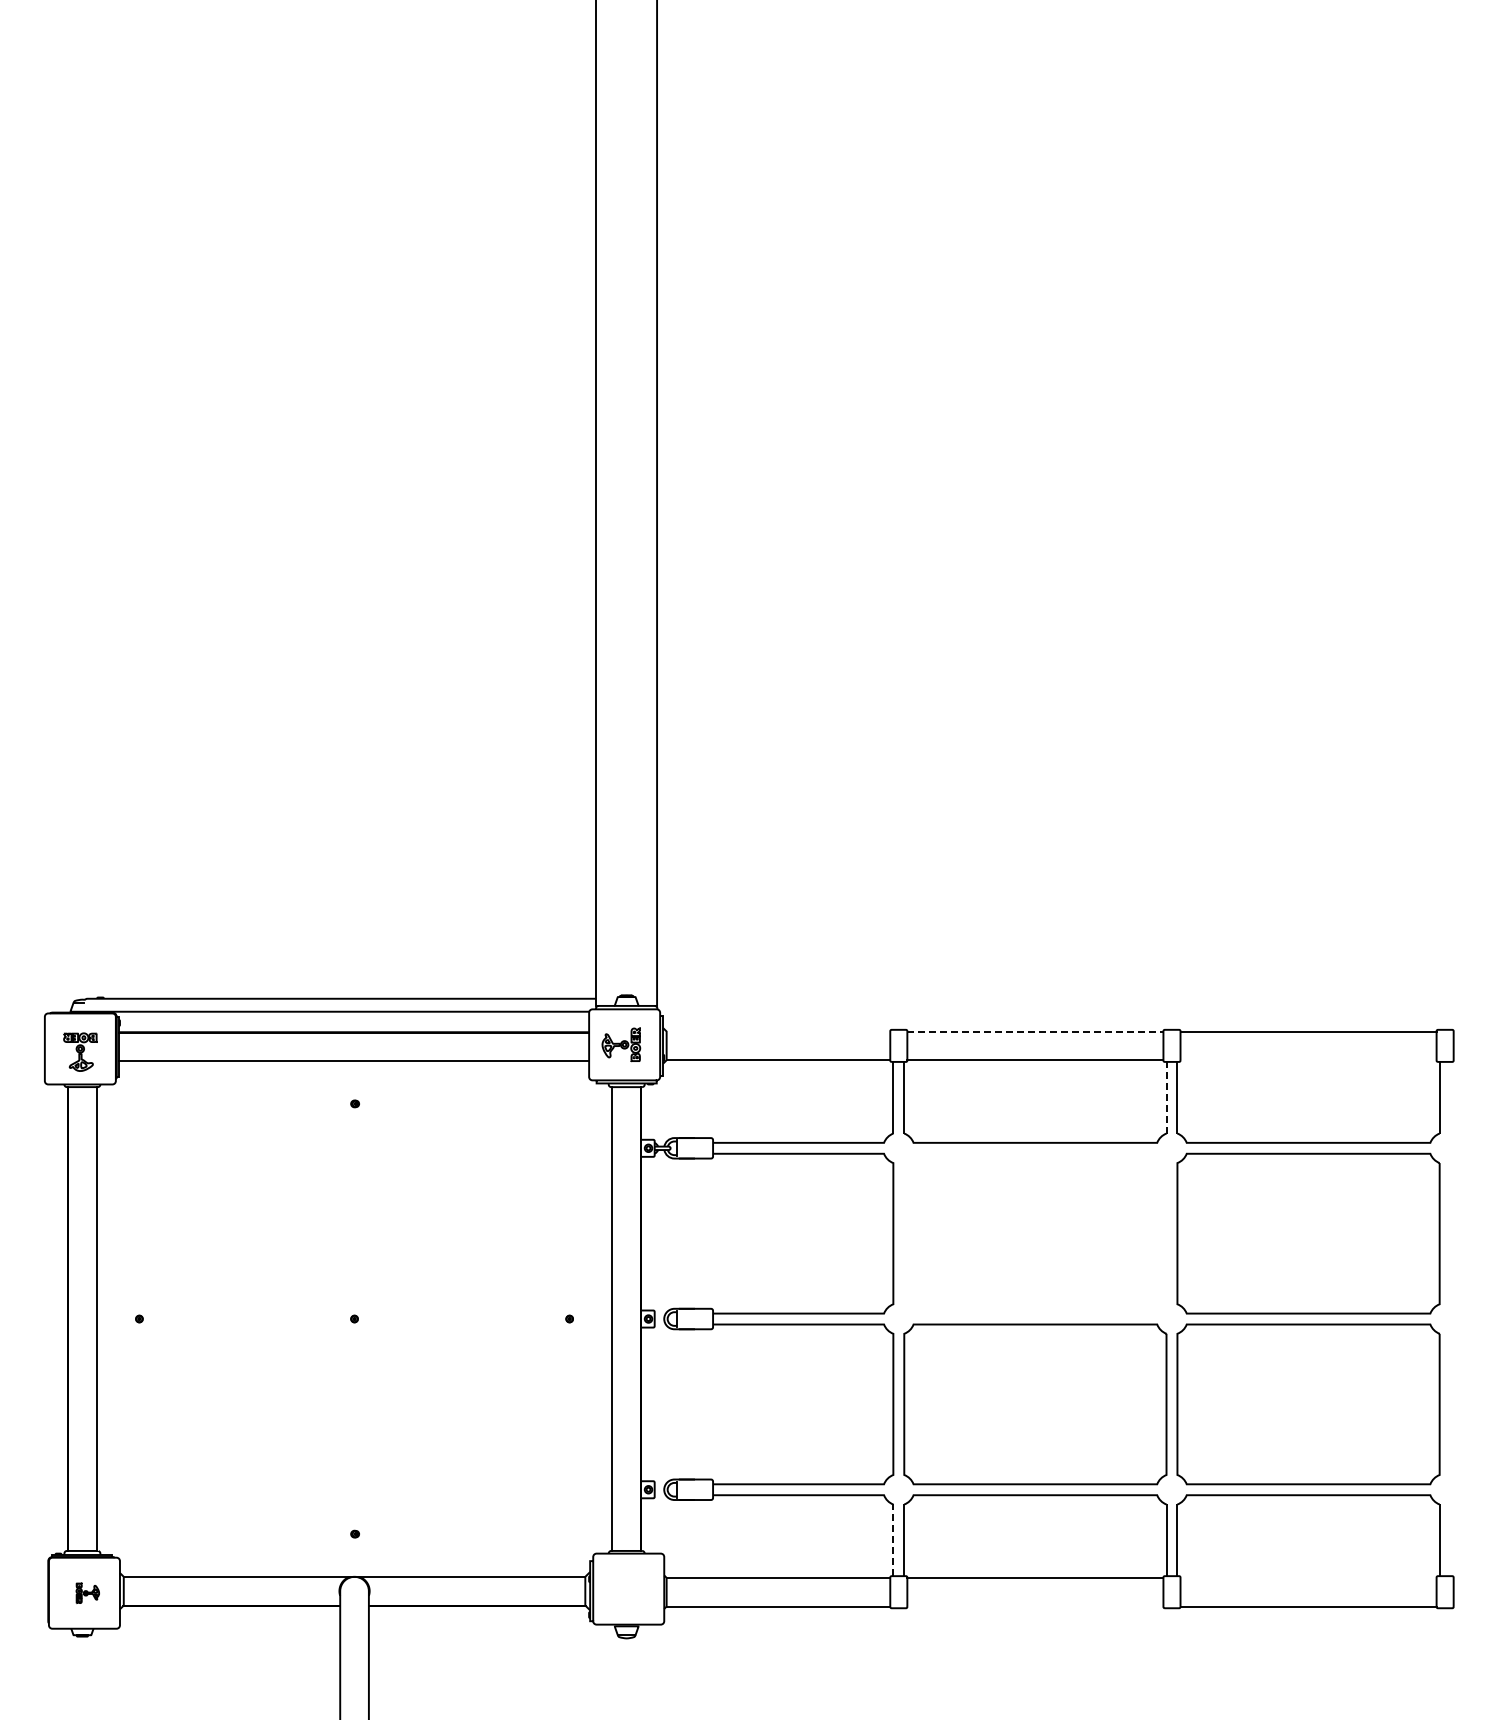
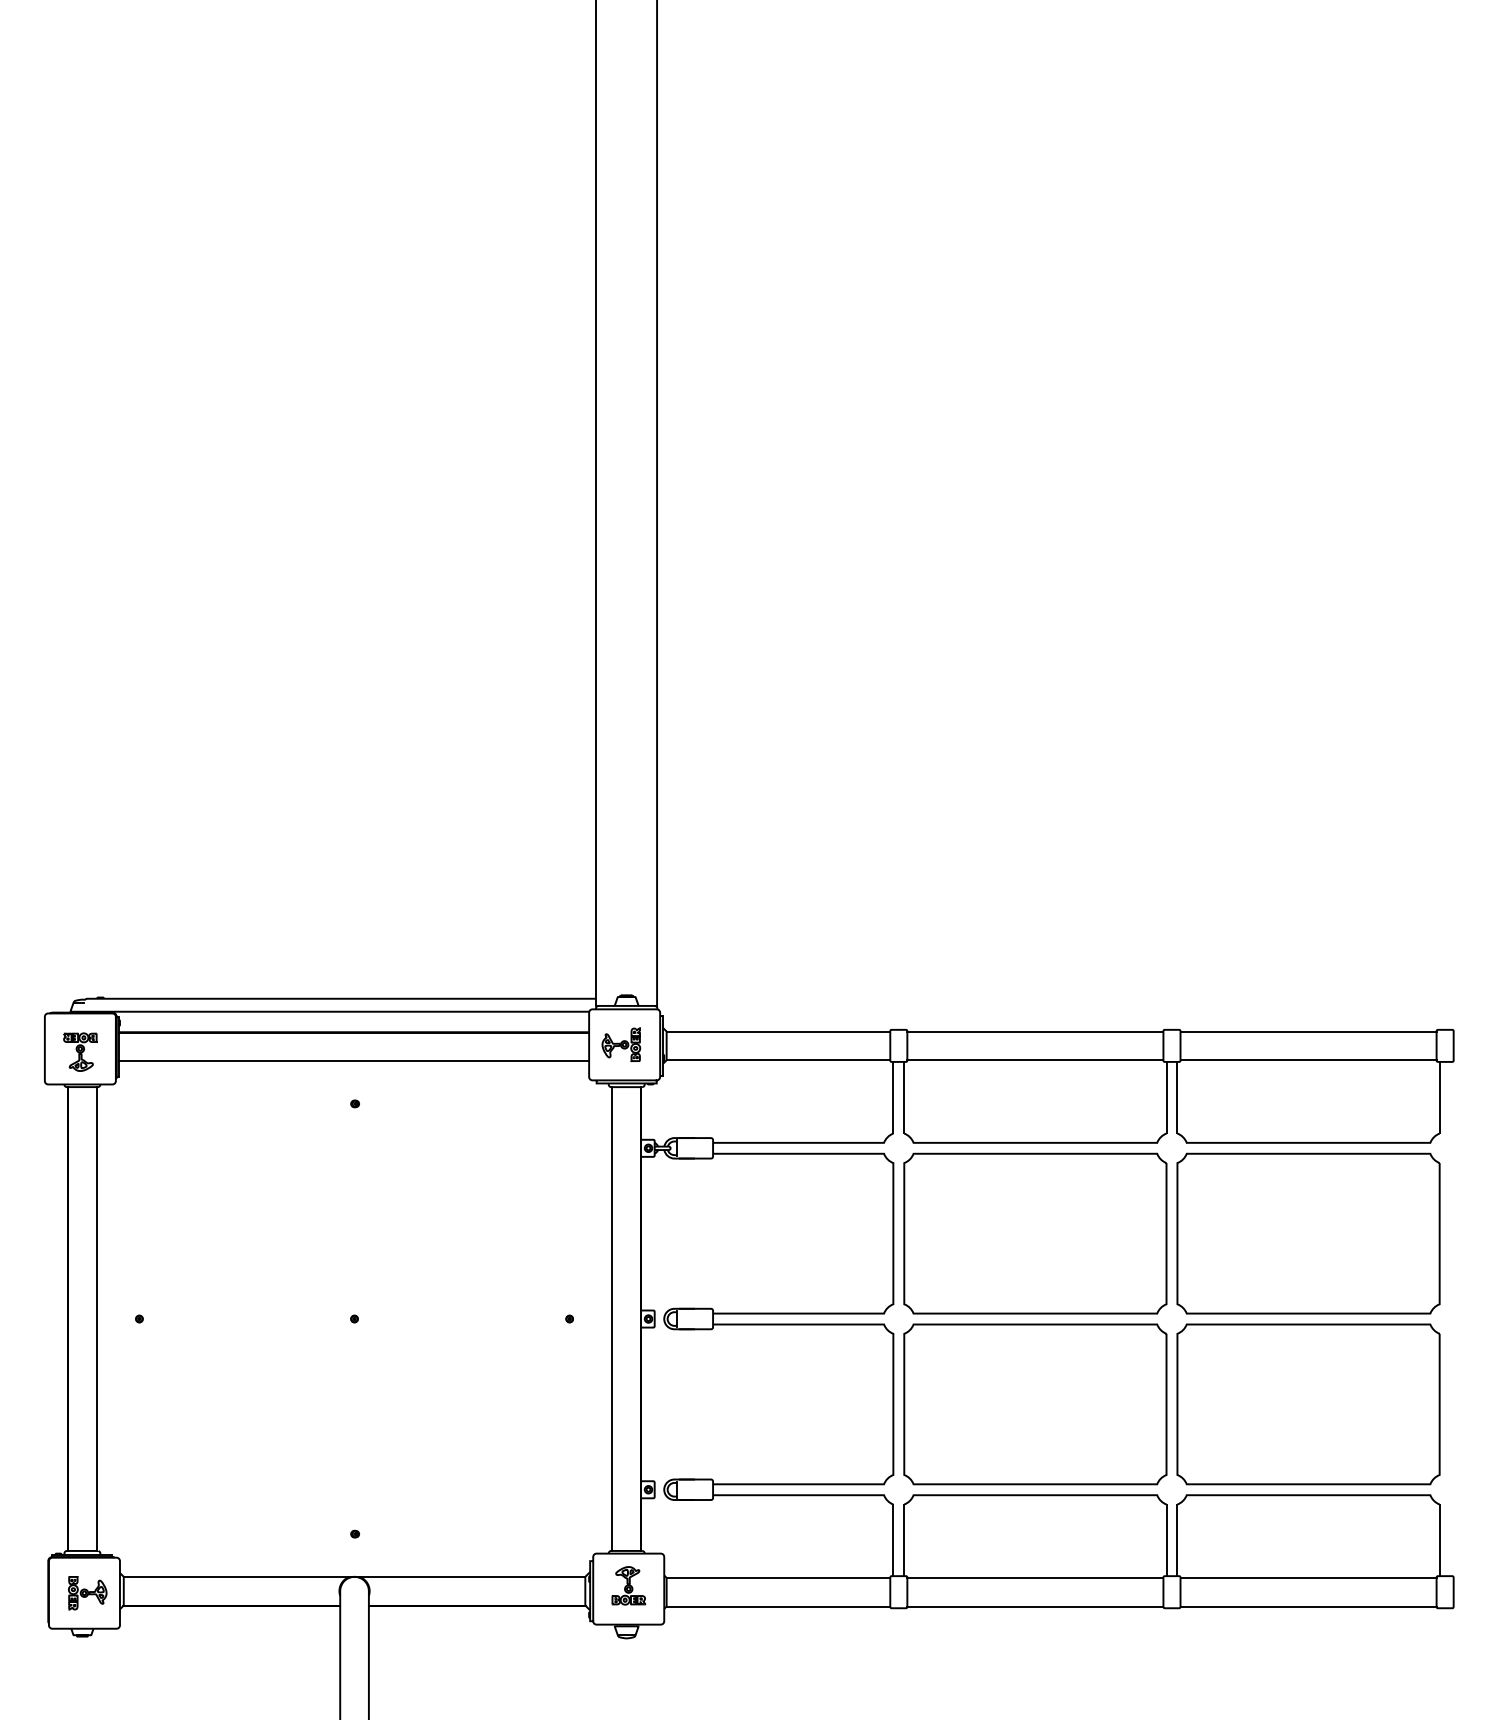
line at (778, 1031): none -> present
line at (1035, 1031): dashed -> solid
line at (1308, 1060): none -> present
line at (1166, 1098): dashed -> solid
part at (1035, 1233): none -> present
line at (893, 1539): dashed -> solid
line at (1308, 1577): none -> present
part at (628, 1585): none -> present
part at (87, 1592) size: 25x22 px -> 40x35 px
line at (1035, 1606): none -> present
